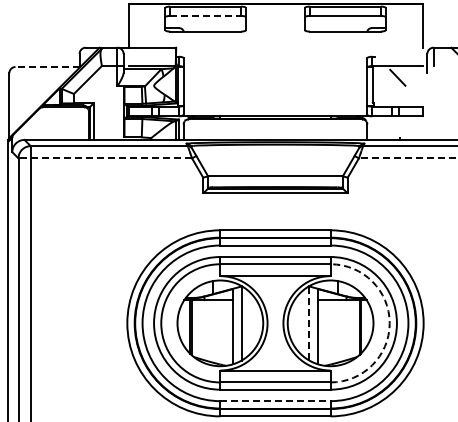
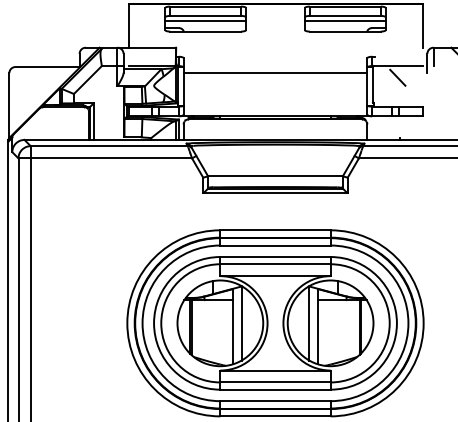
line at (205, 15): dashed -> solid
line at (205, 20): none -> present
line at (344, 20): none -> present
line at (47, 67): dashed -> solid
line at (275, 73): none -> present
line at (105, 158): dashed -> solid
line at (407, 158): dashed -> solid
arc at (389, 323): dashed -> solid
line at (309, 324): dashed -> solid
line at (275, 401): dashed -> solid
